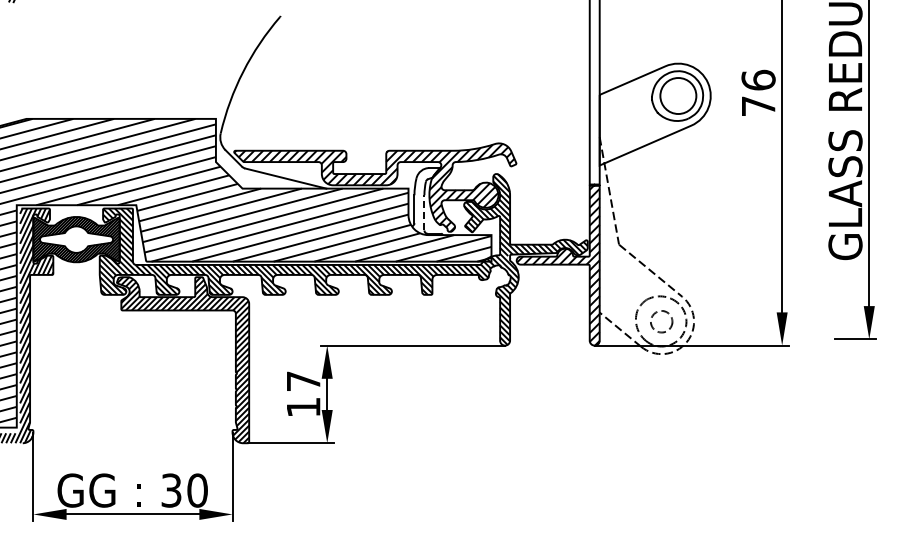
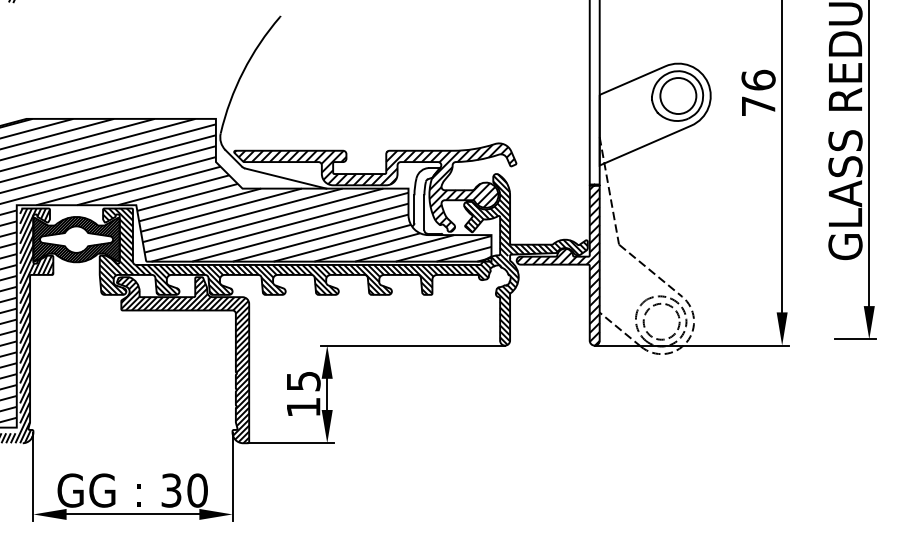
line at (424, 212): dashed -> solid
circle at (661, 321) diameter: 22 px -> 36 px
text at (303, 381): 17 -> 15
